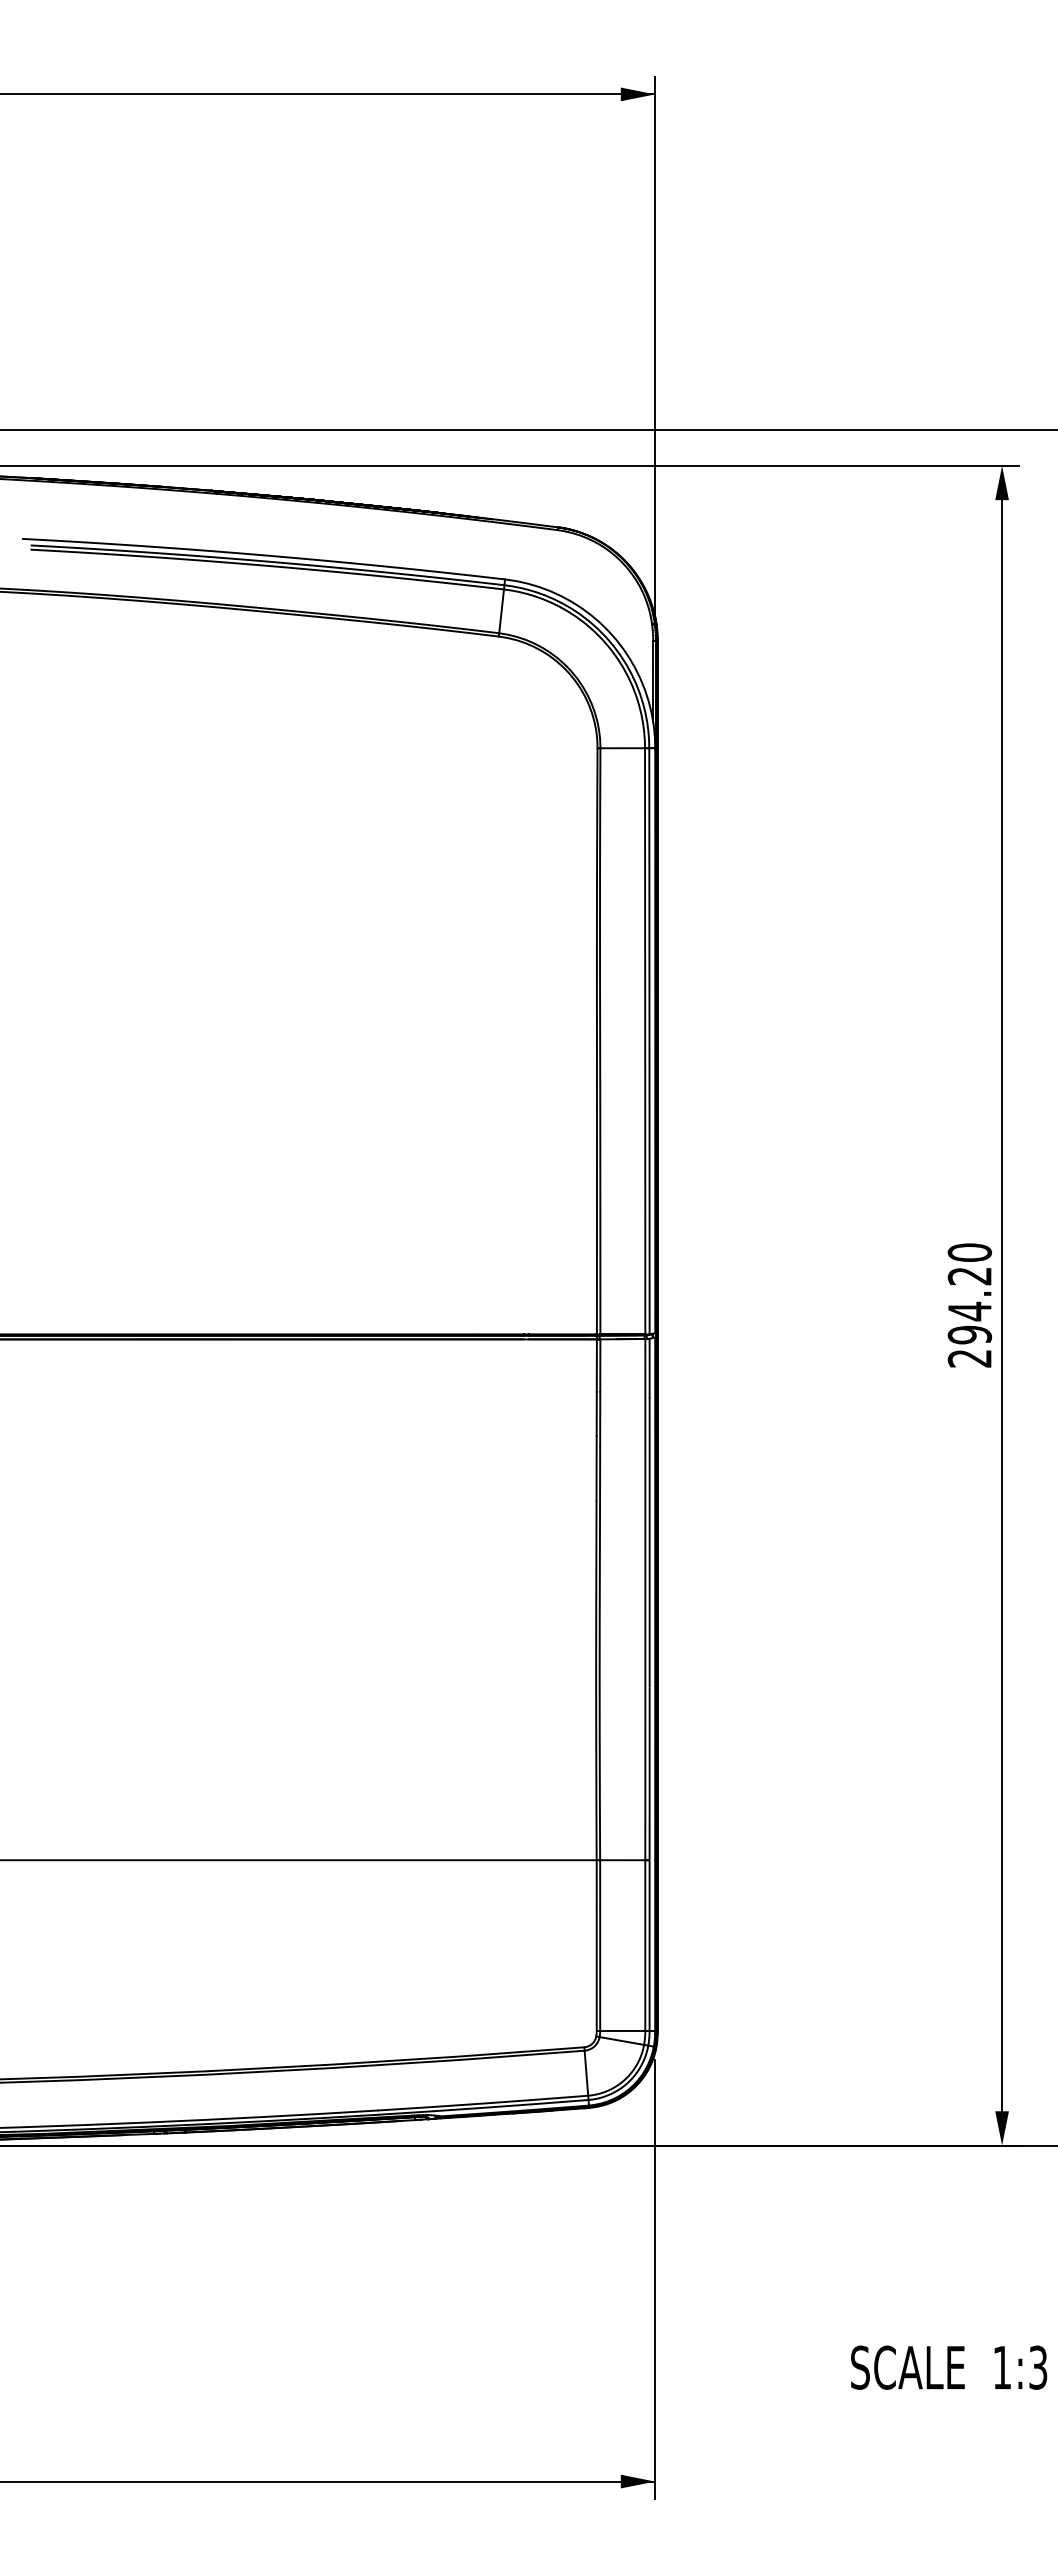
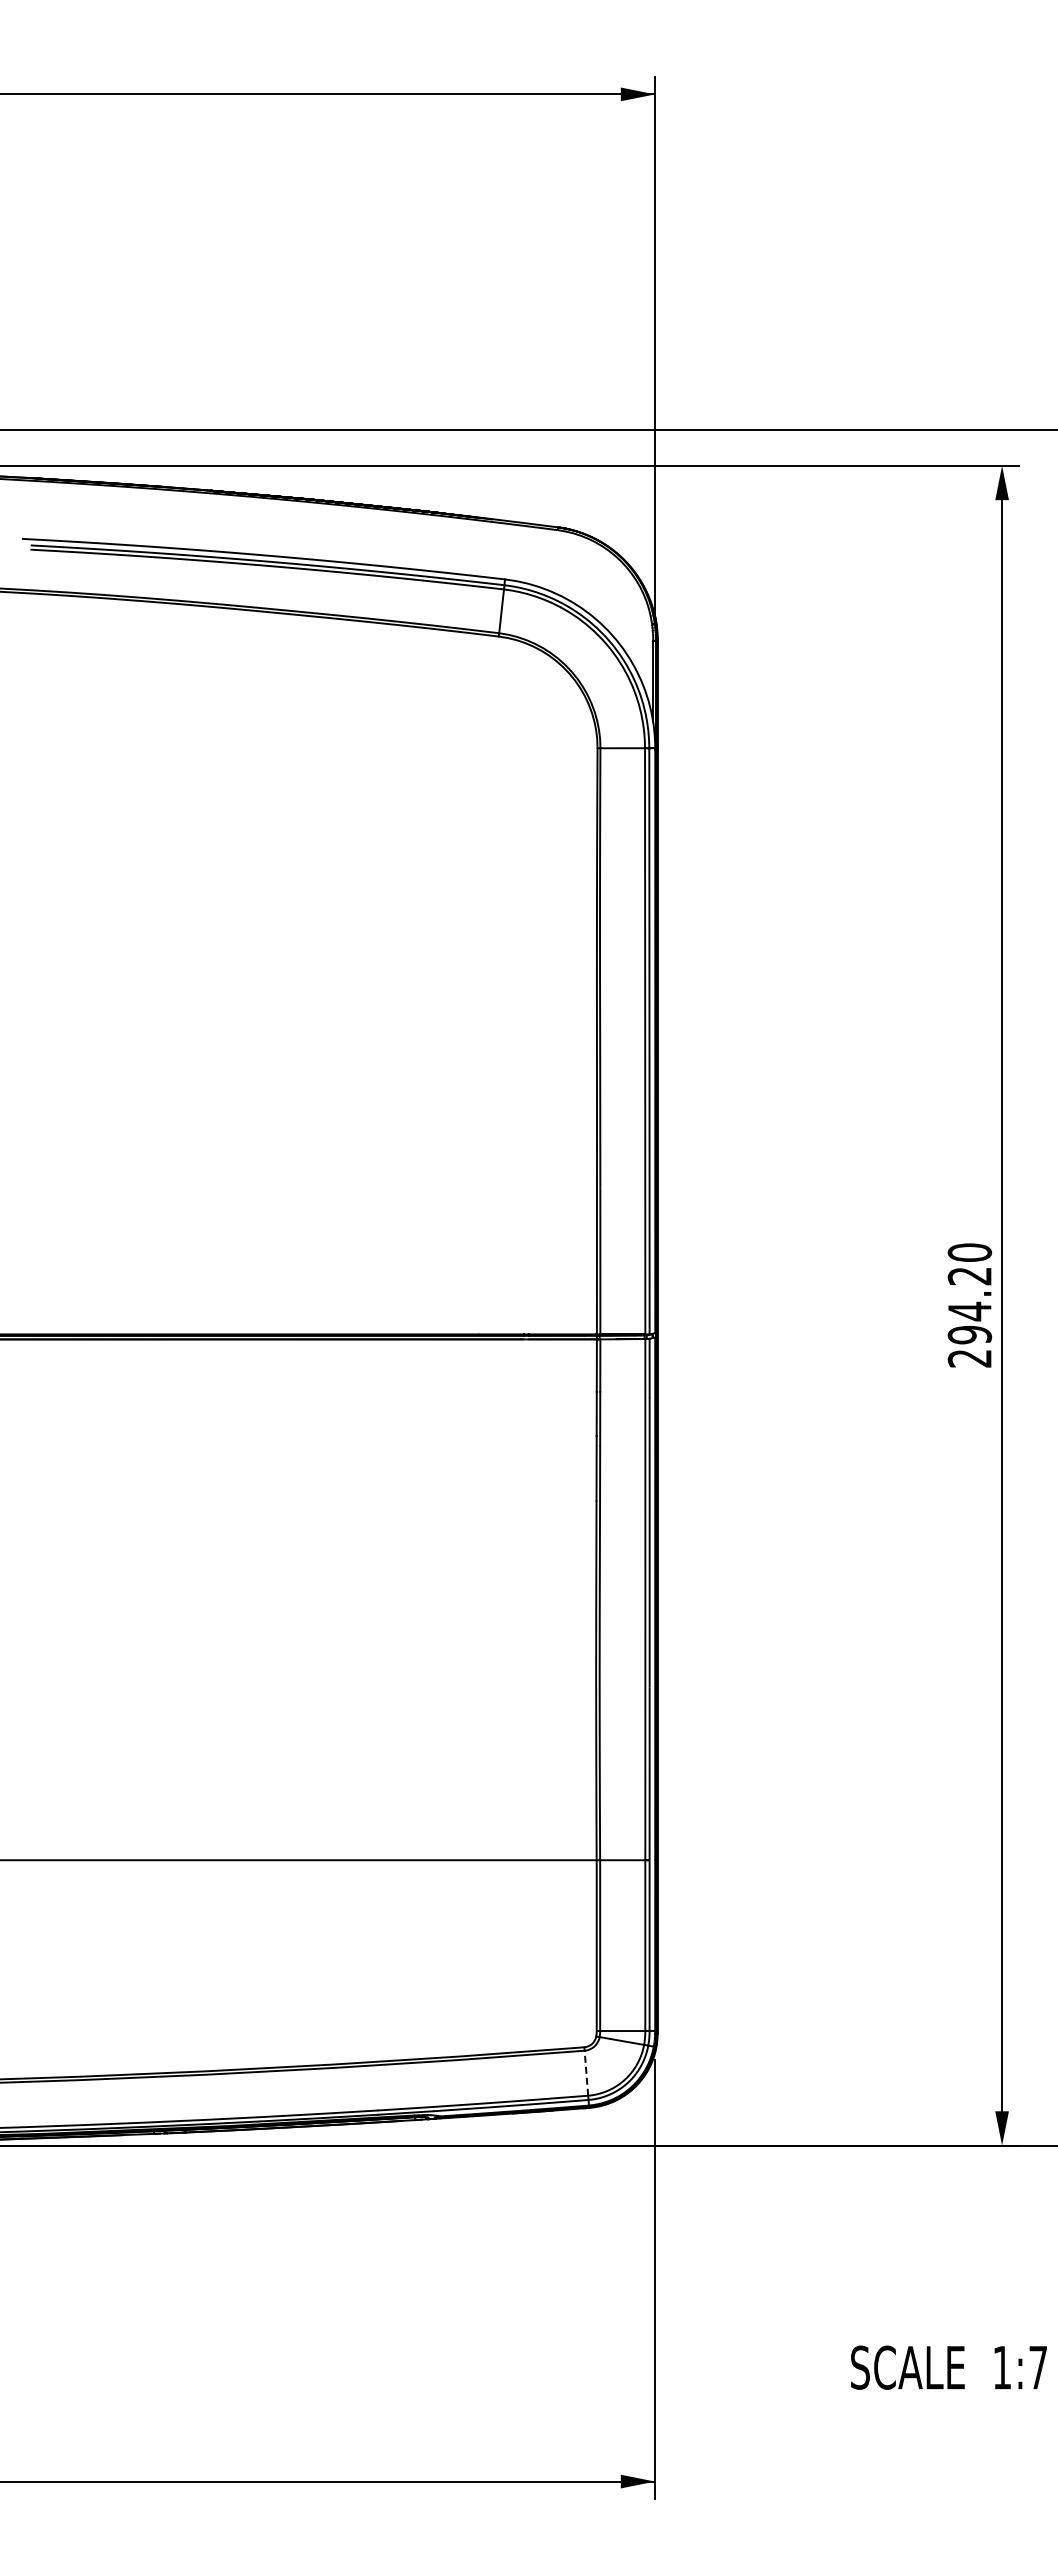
line at (586, 2073): solid -> dashed
text at (1038, 2367): 1:3 -> 1:7
